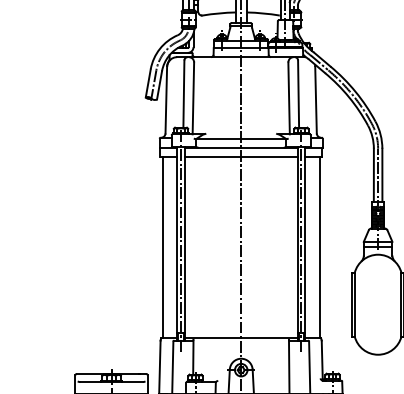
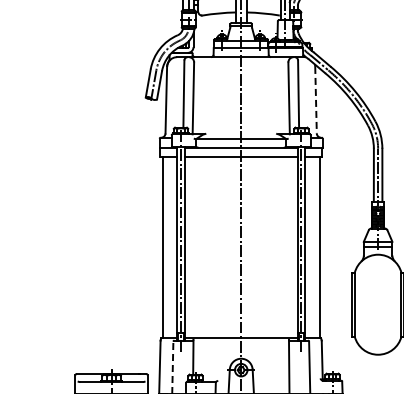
line at (316, 100): solid -> dashed
line at (172, 367): solid -> dashed
